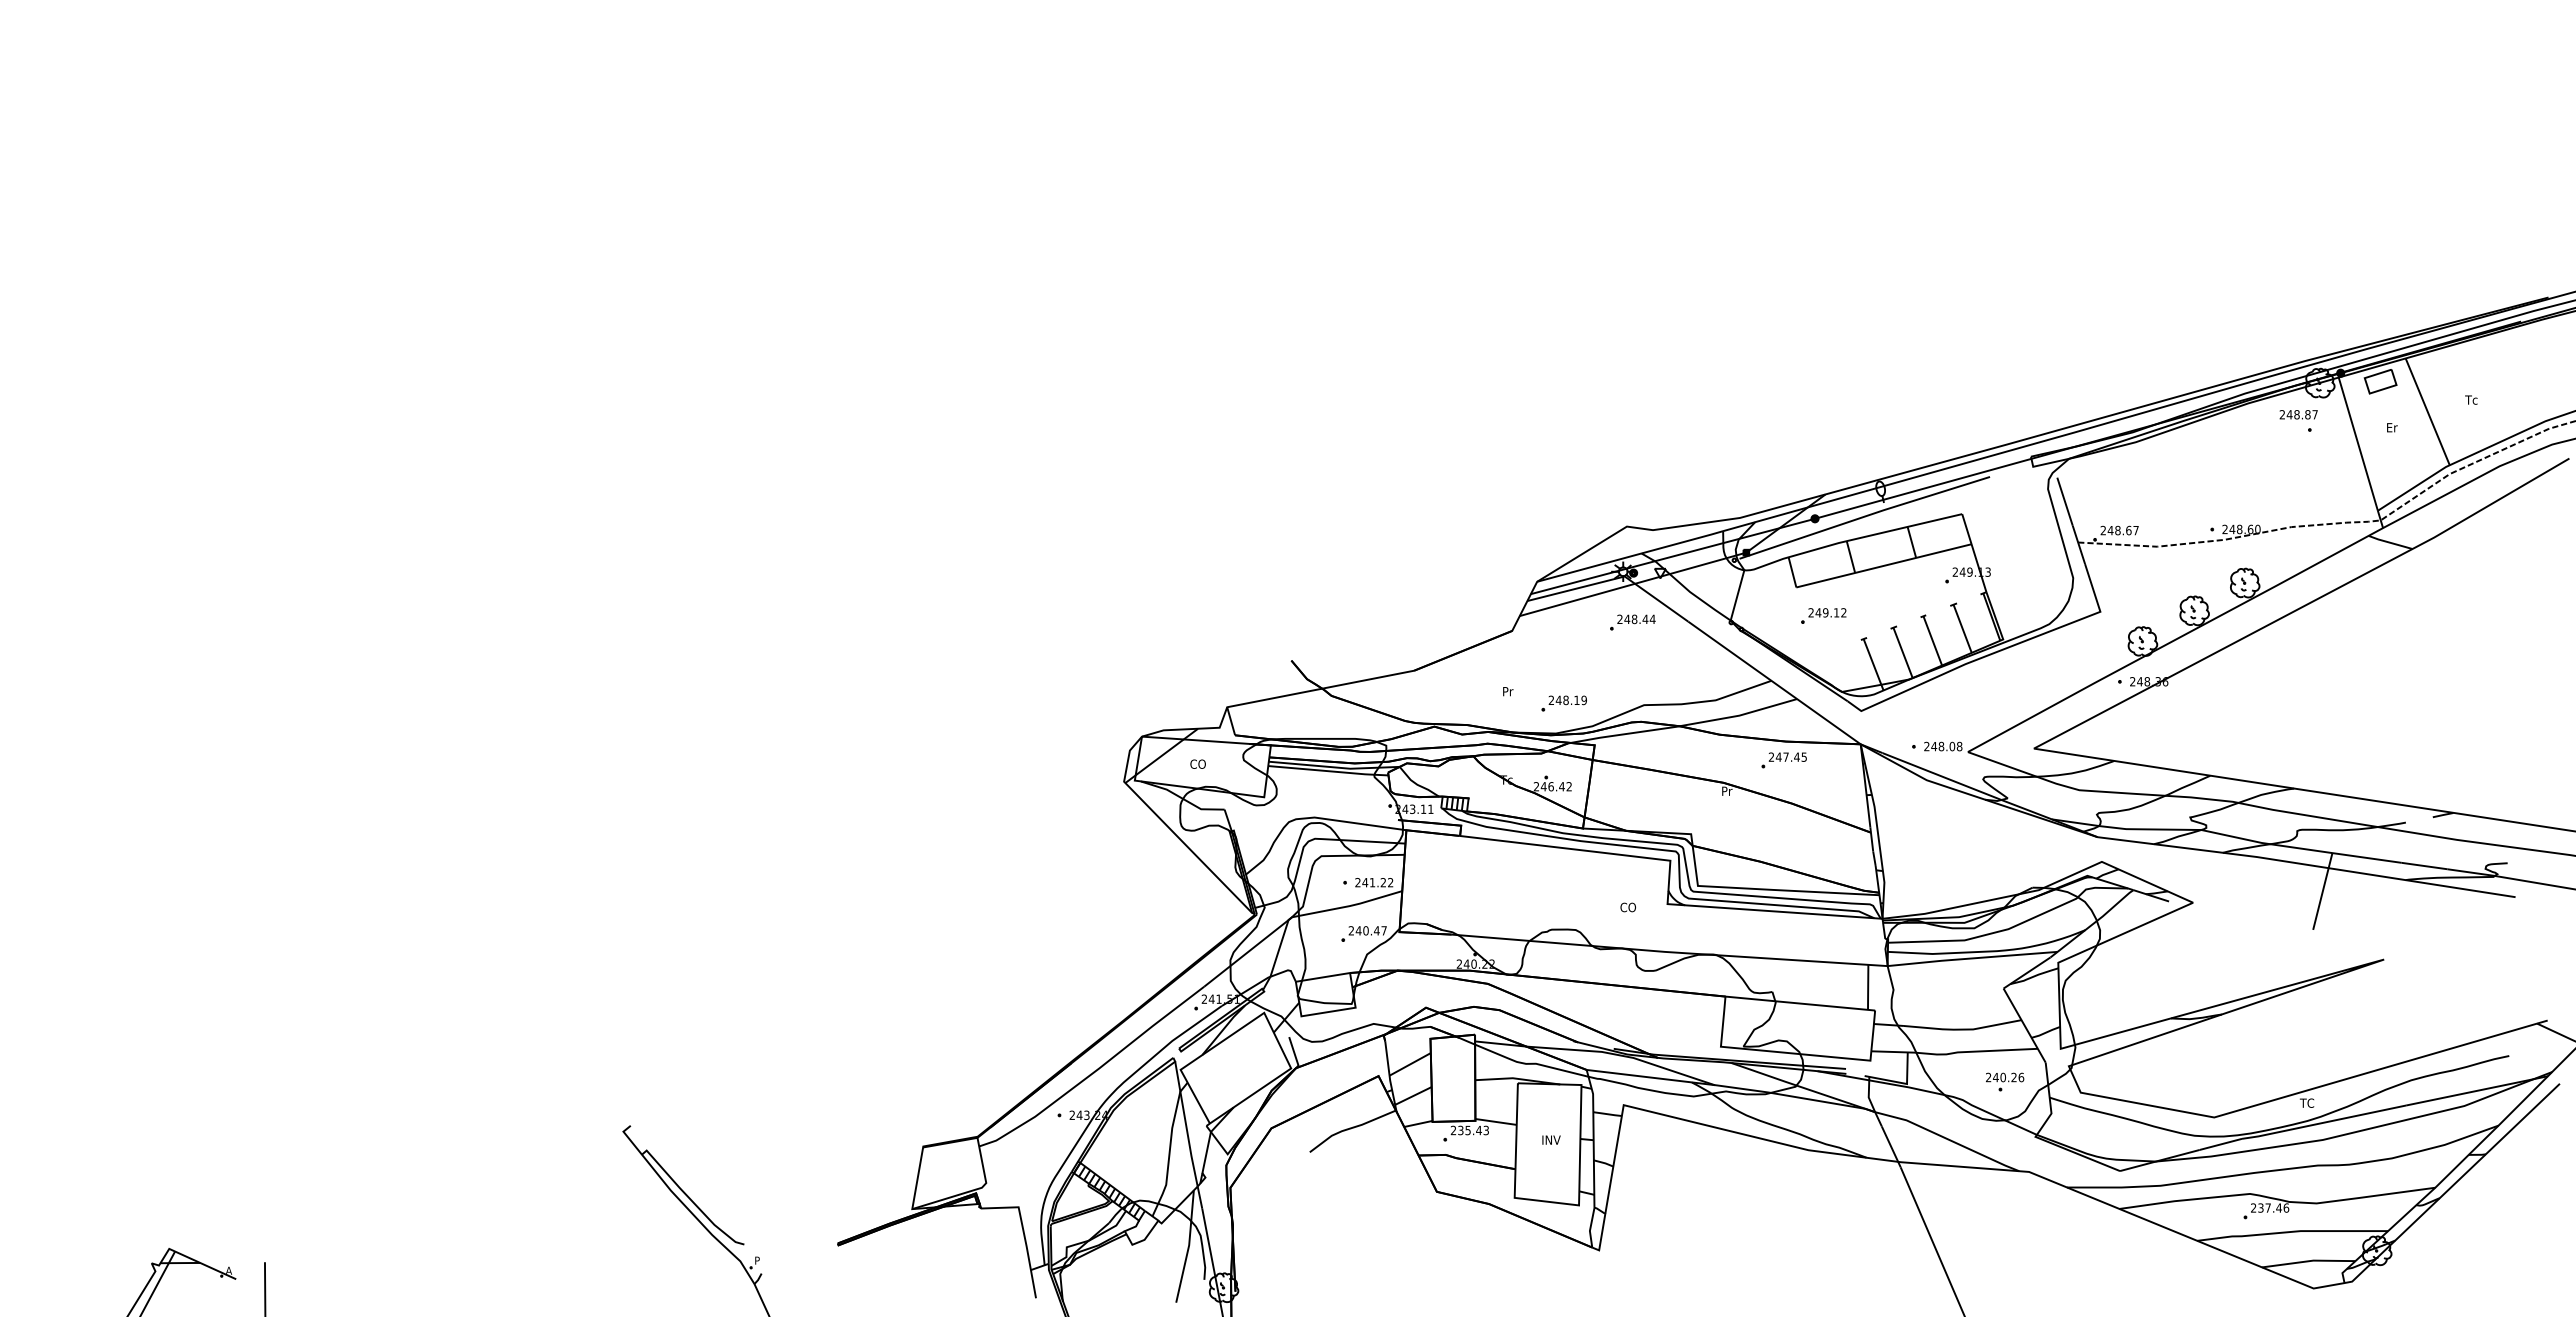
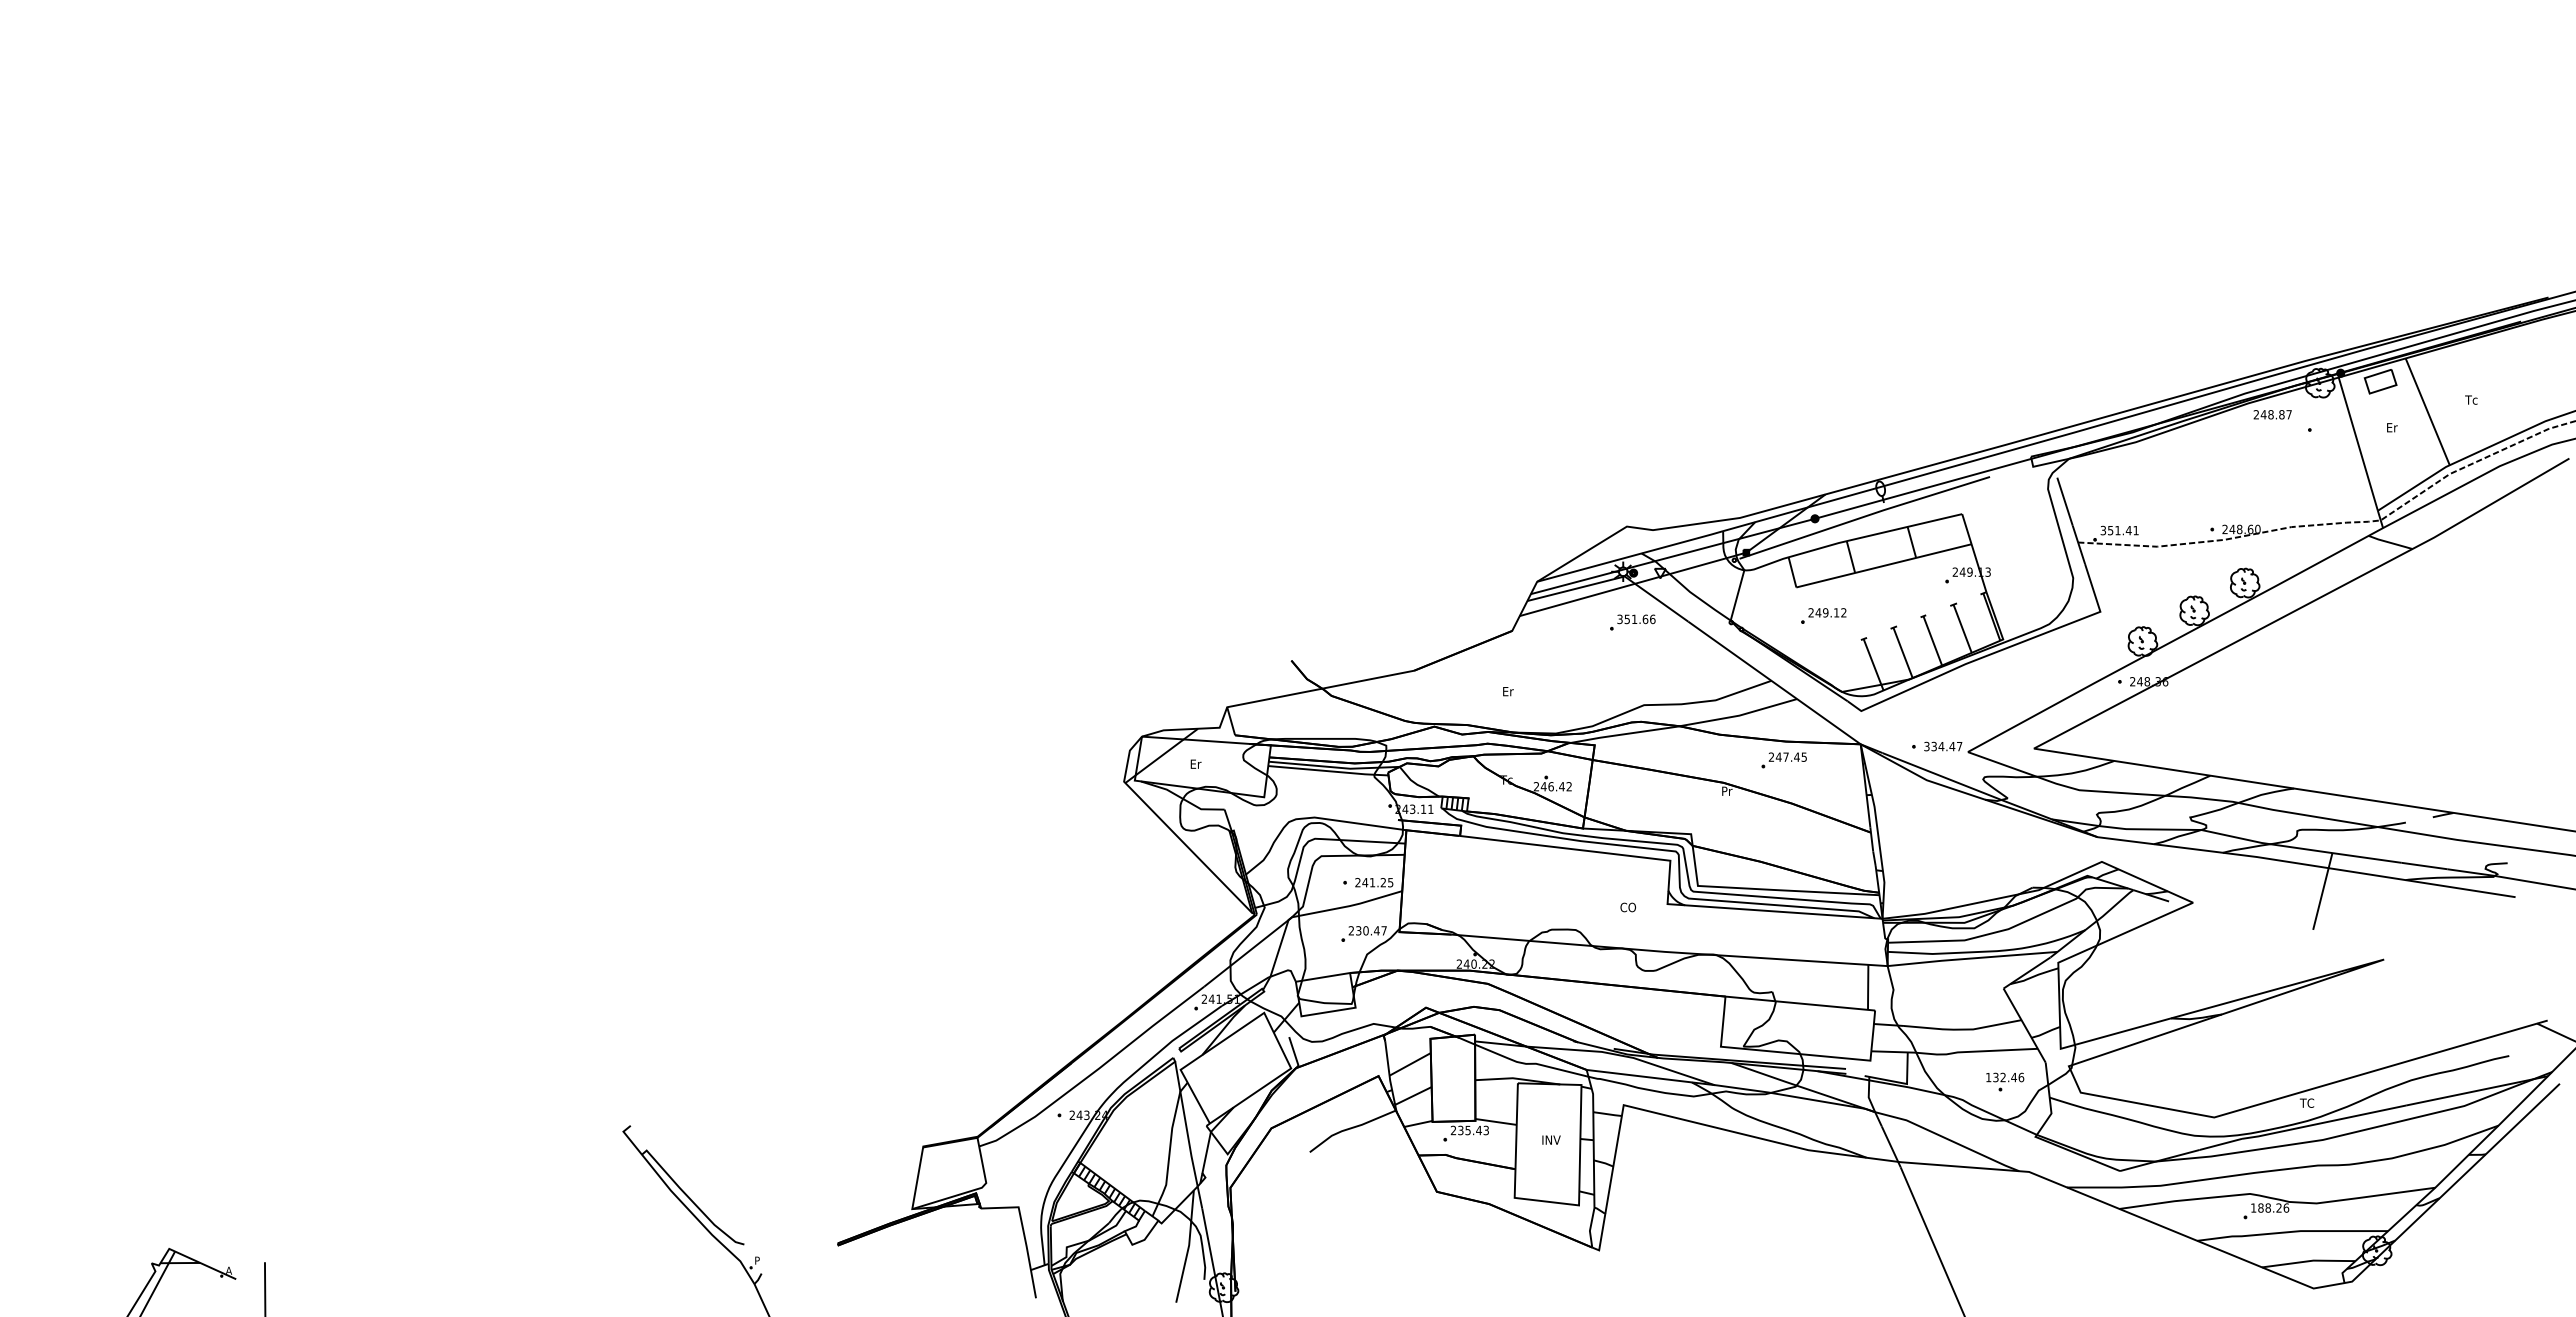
text at (2298, 414) position: (2298, 414) -> (2272, 414)
text at (2119, 530): 248.67 -> 351.41
text at (1636, 619): 248.44 -> 351.66
text at (1508, 691): Pr -> Er
part at (1563, 703): present -> none
text at (1943, 746): 248.08 -> 334.47
text at (1197, 763): CO -> Er
text at (1390, 882): 241.22 -> 241.25
text at (1358, 930): 240.47 -> 230.47
text at (2001, 1077): 240.26 -> 132.46
text at (2266, 1207): 237.46 -> 188.26
